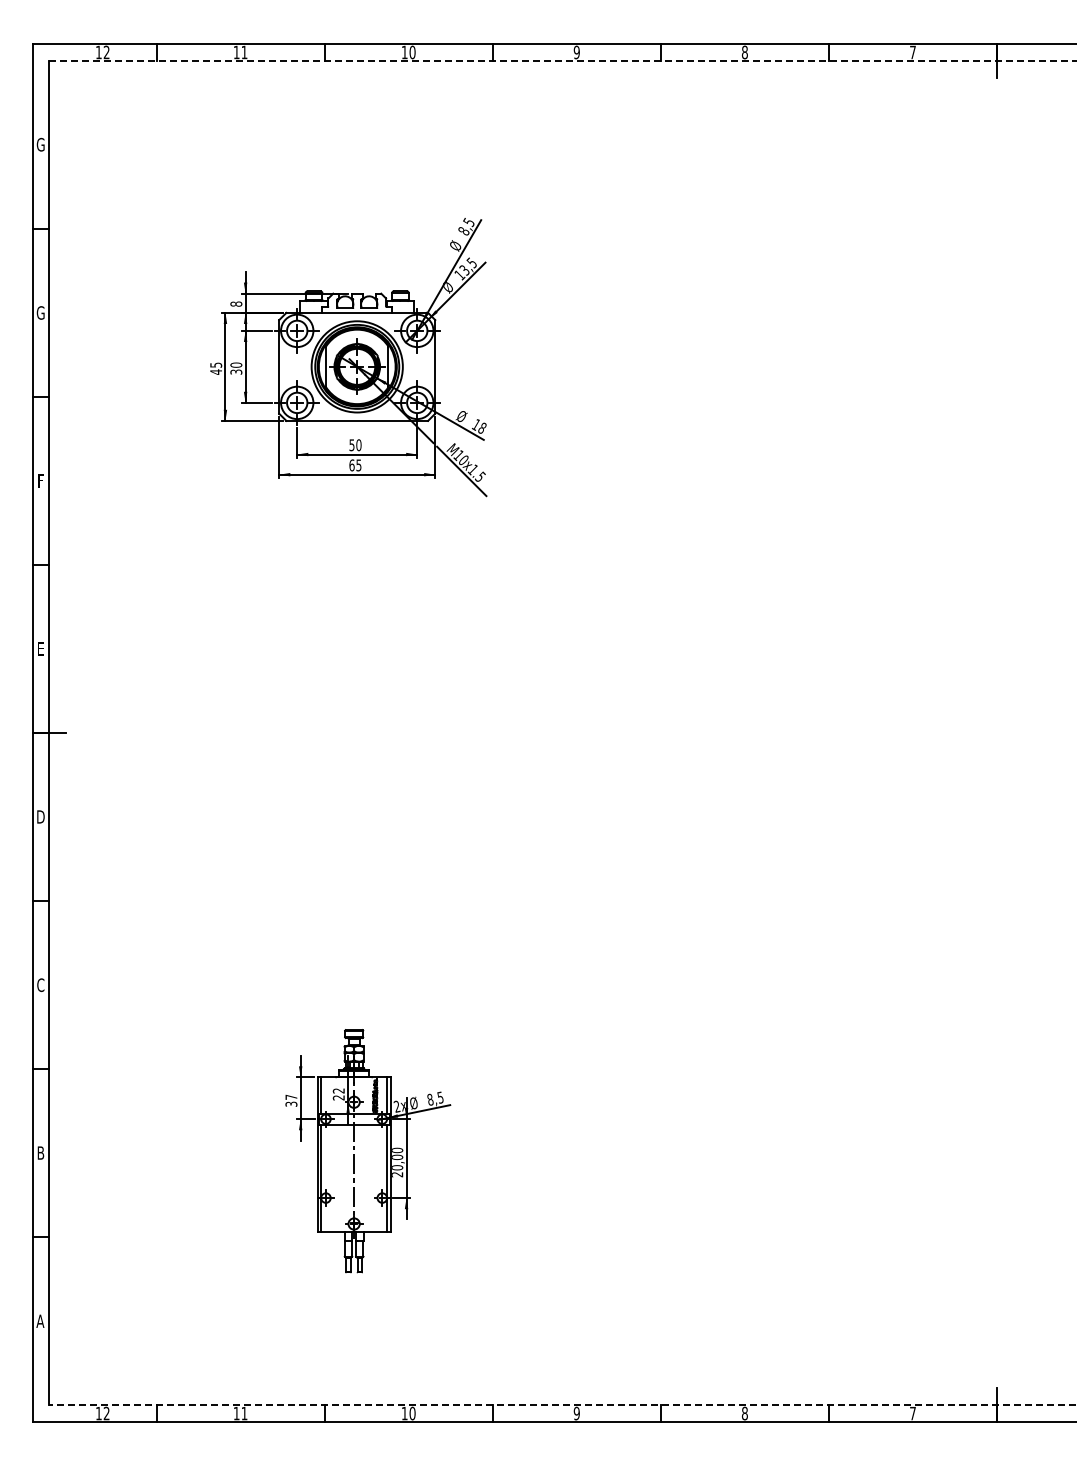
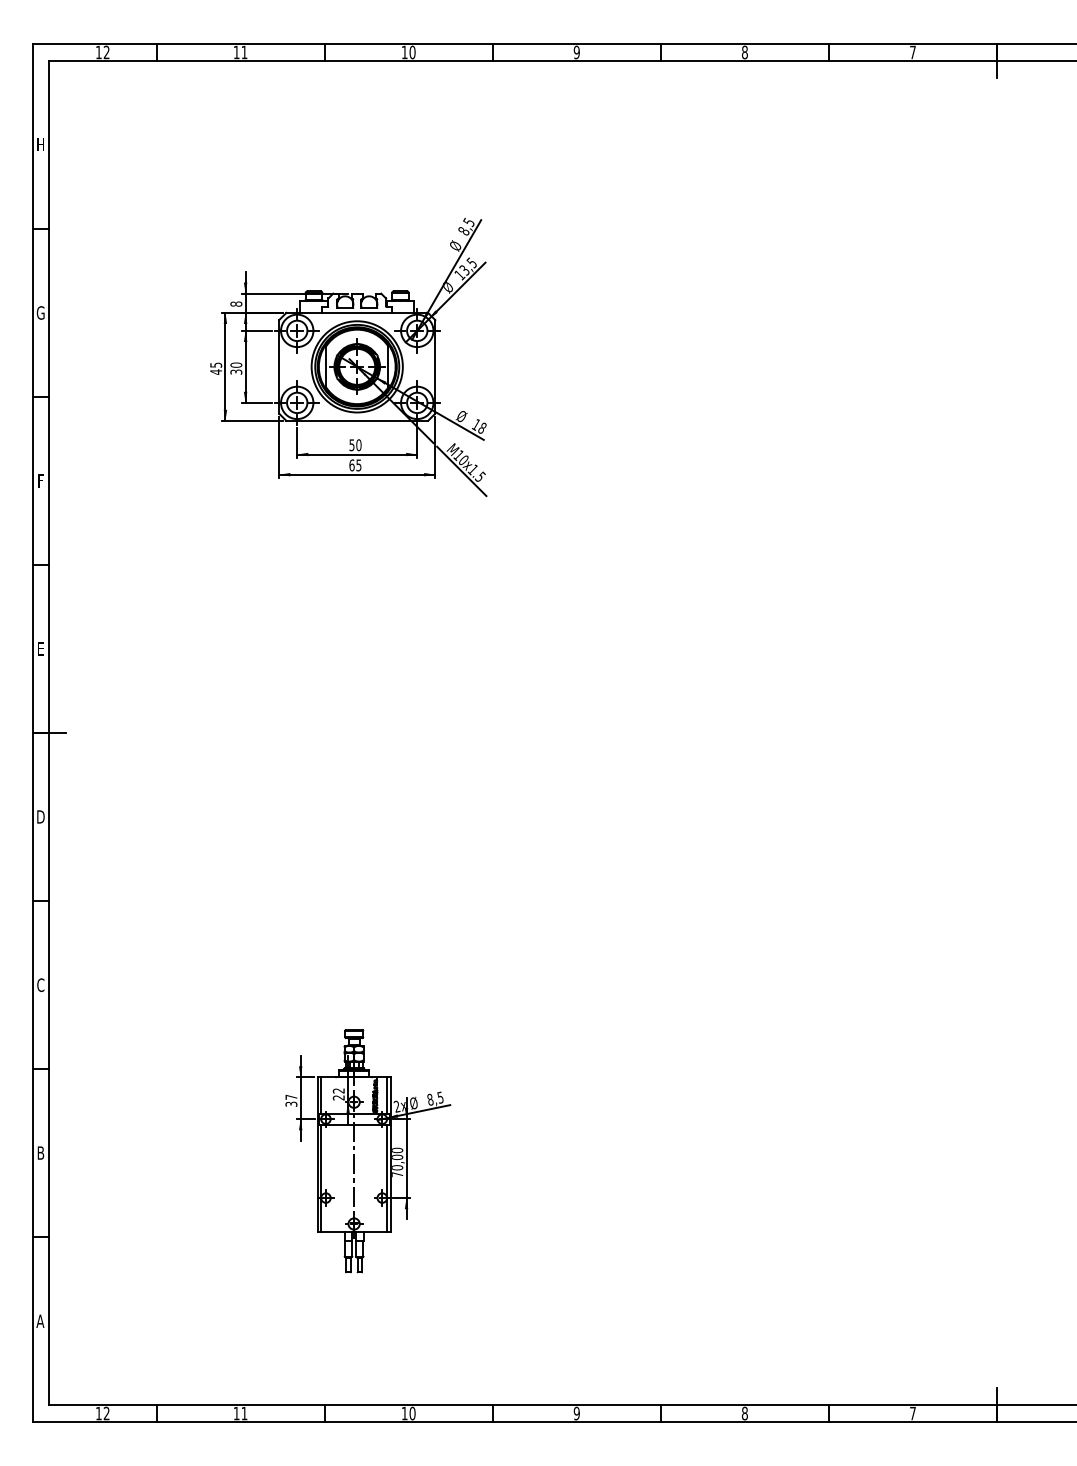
line at (563, 60): dashed -> solid
text at (40, 144): G -> H
text at (397, 1174): 20,00 -> 70,00
line at (562, 1405): dashed -> solid
